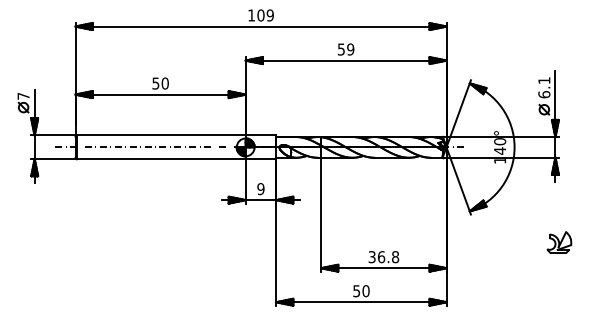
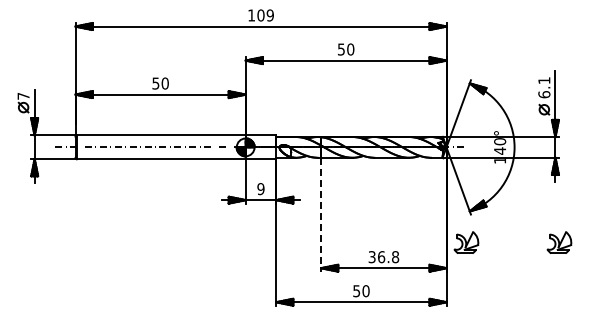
text at (350, 49): 59 -> 50
line at (321, 214): solid -> dashed
part at (466, 242): none -> present
